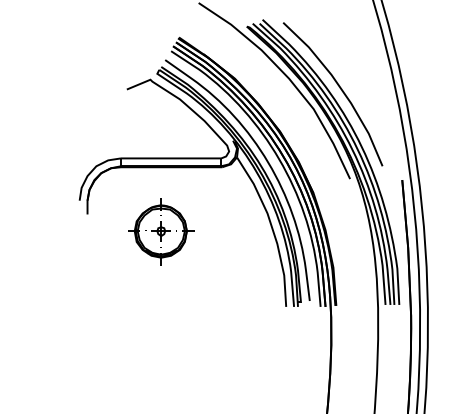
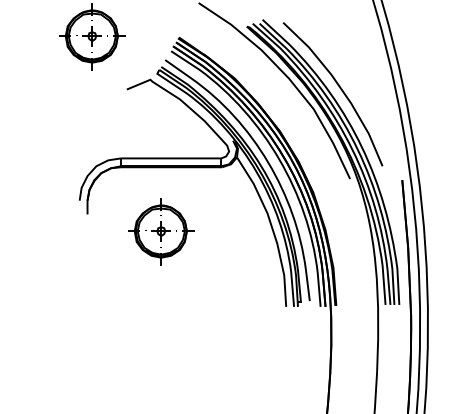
part at (92, 36): none -> present
